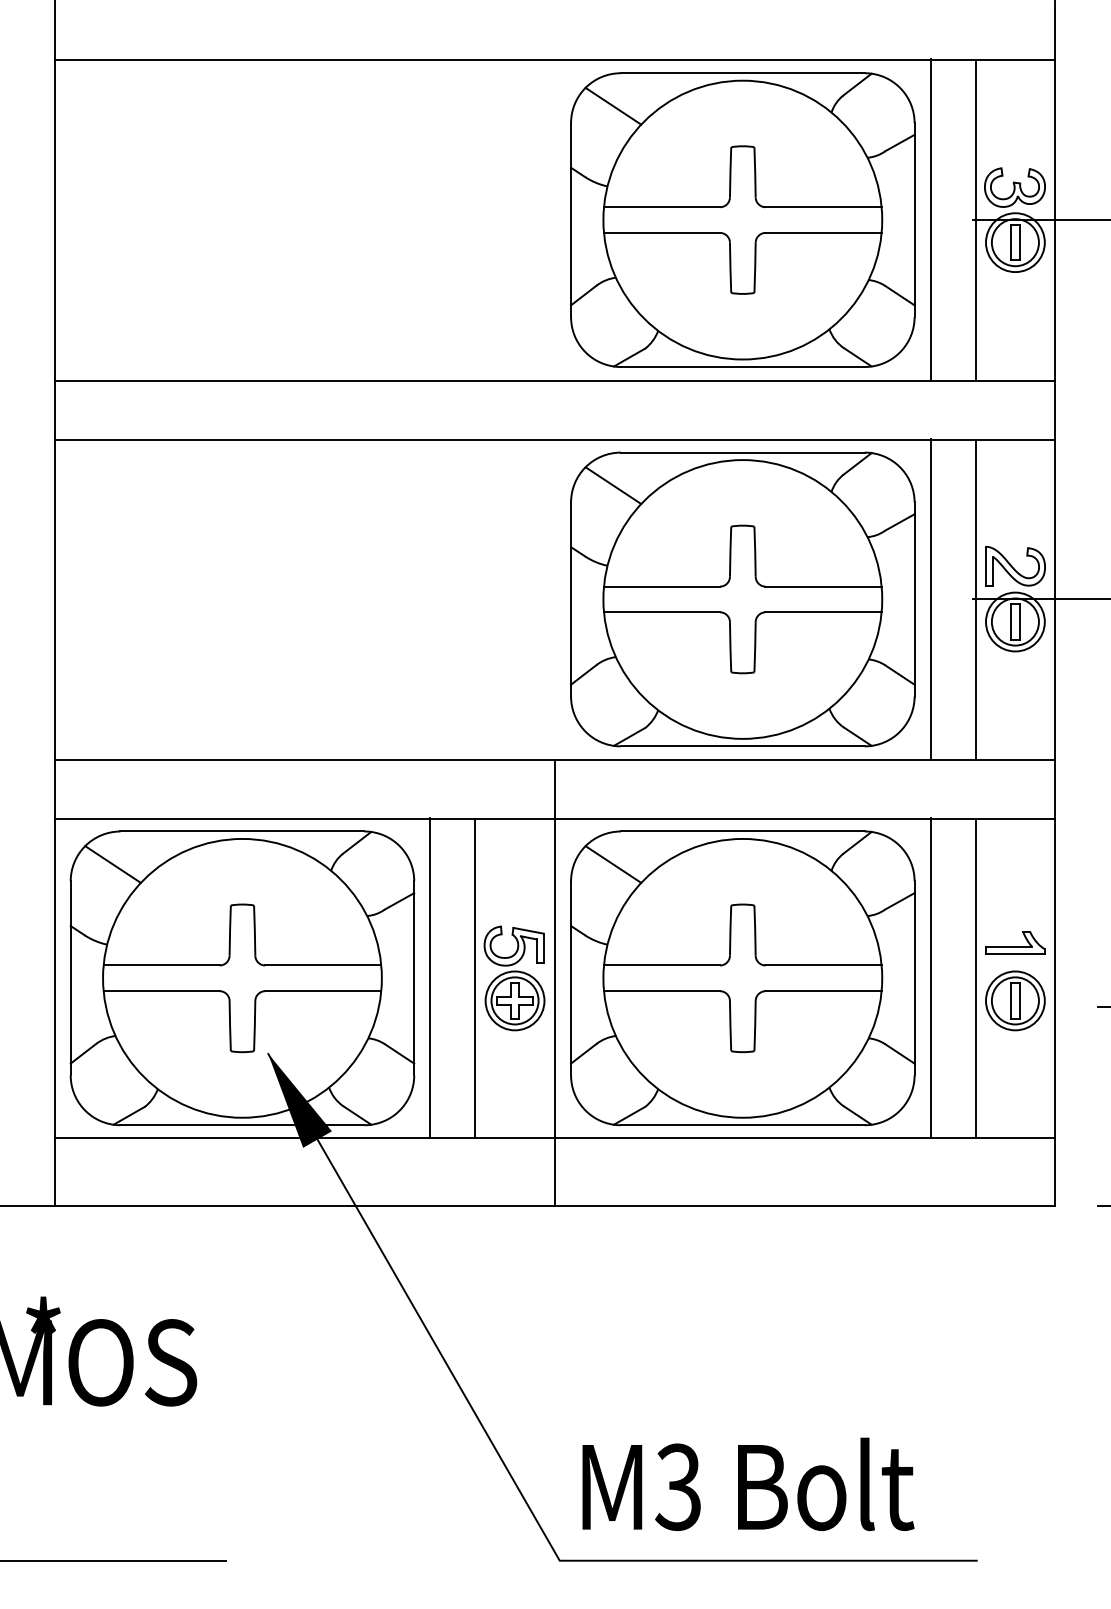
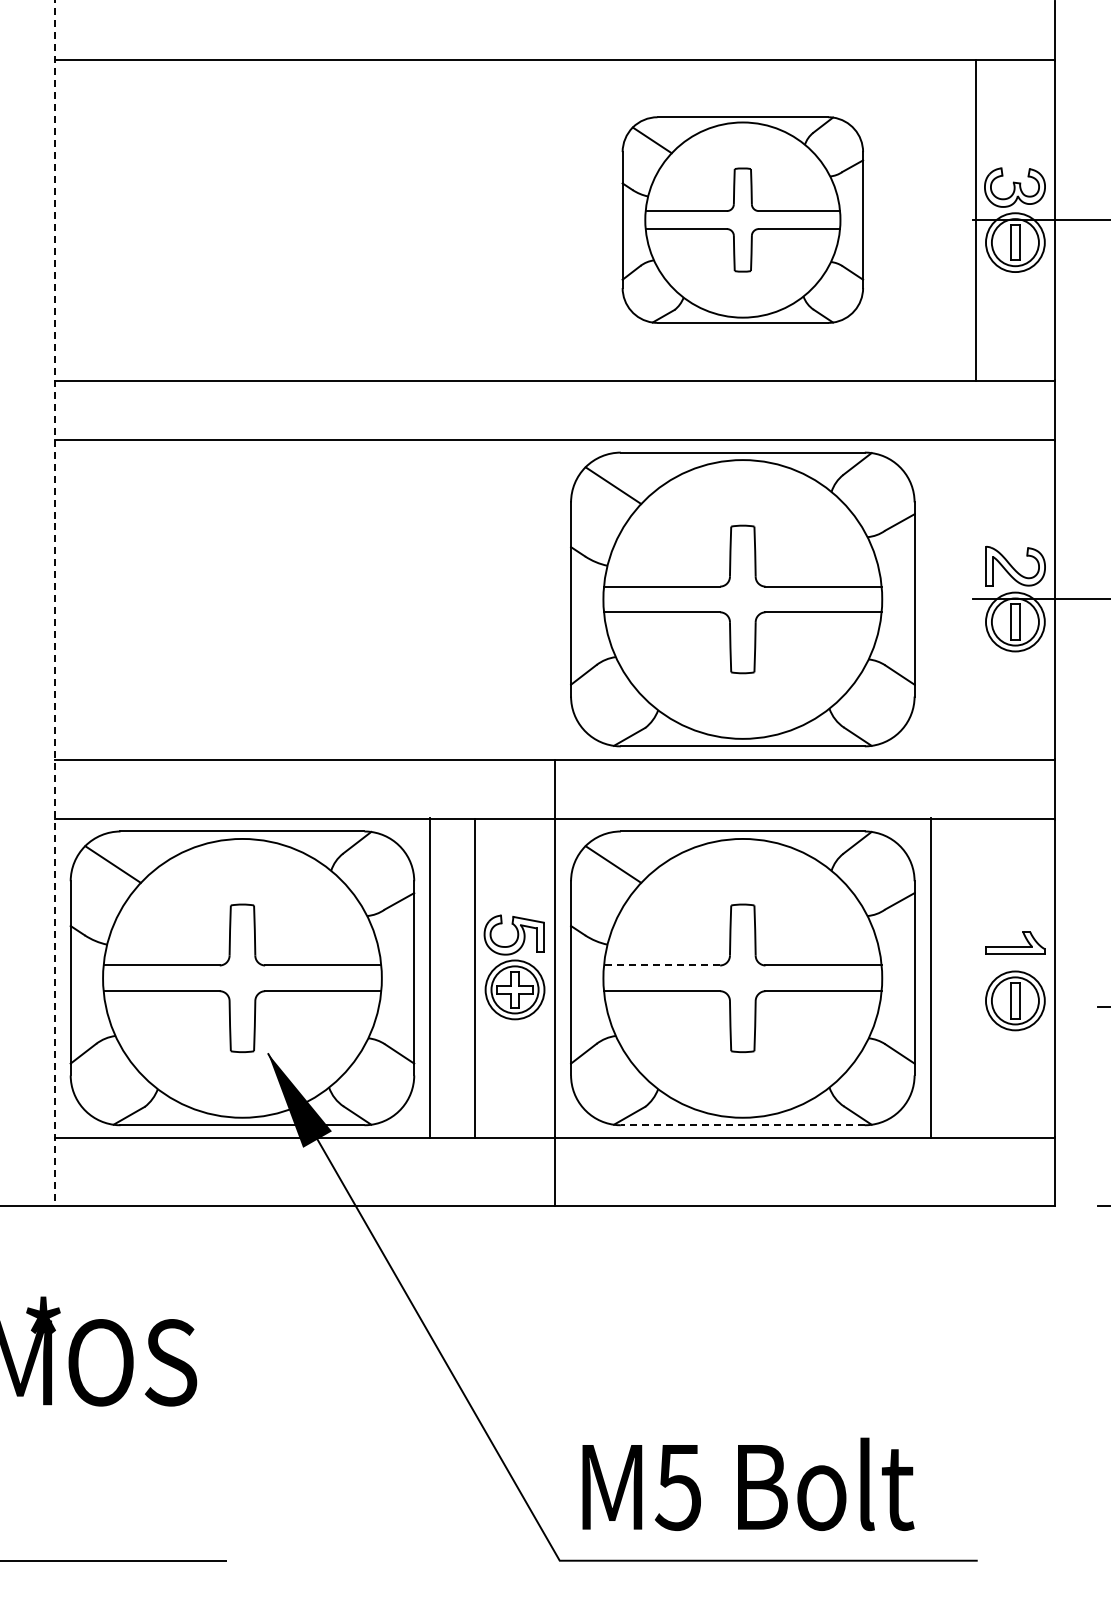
part at (742, 219) size: 346x296 px -> 244x208 px
line at (930, 219): present -> none
line at (930, 598): present -> none
line at (975, 599): present -> none
line at (54, 603): solid -> dashed
line at (661, 965): solid -> dashed
part at (514, 978) position: (514, 978) -> (514, 967)
line at (975, 978): present -> none
line at (742, 1125): solid -> dashed
text at (677, 1486): M3 -> M5
